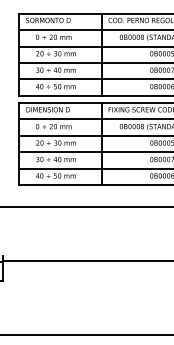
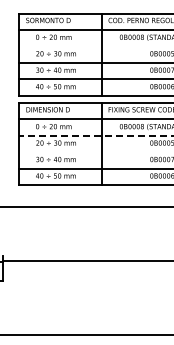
line at (94, 46): present -> none
line at (96, 135): solid -> dashed
line at (94, 152): present -> none
